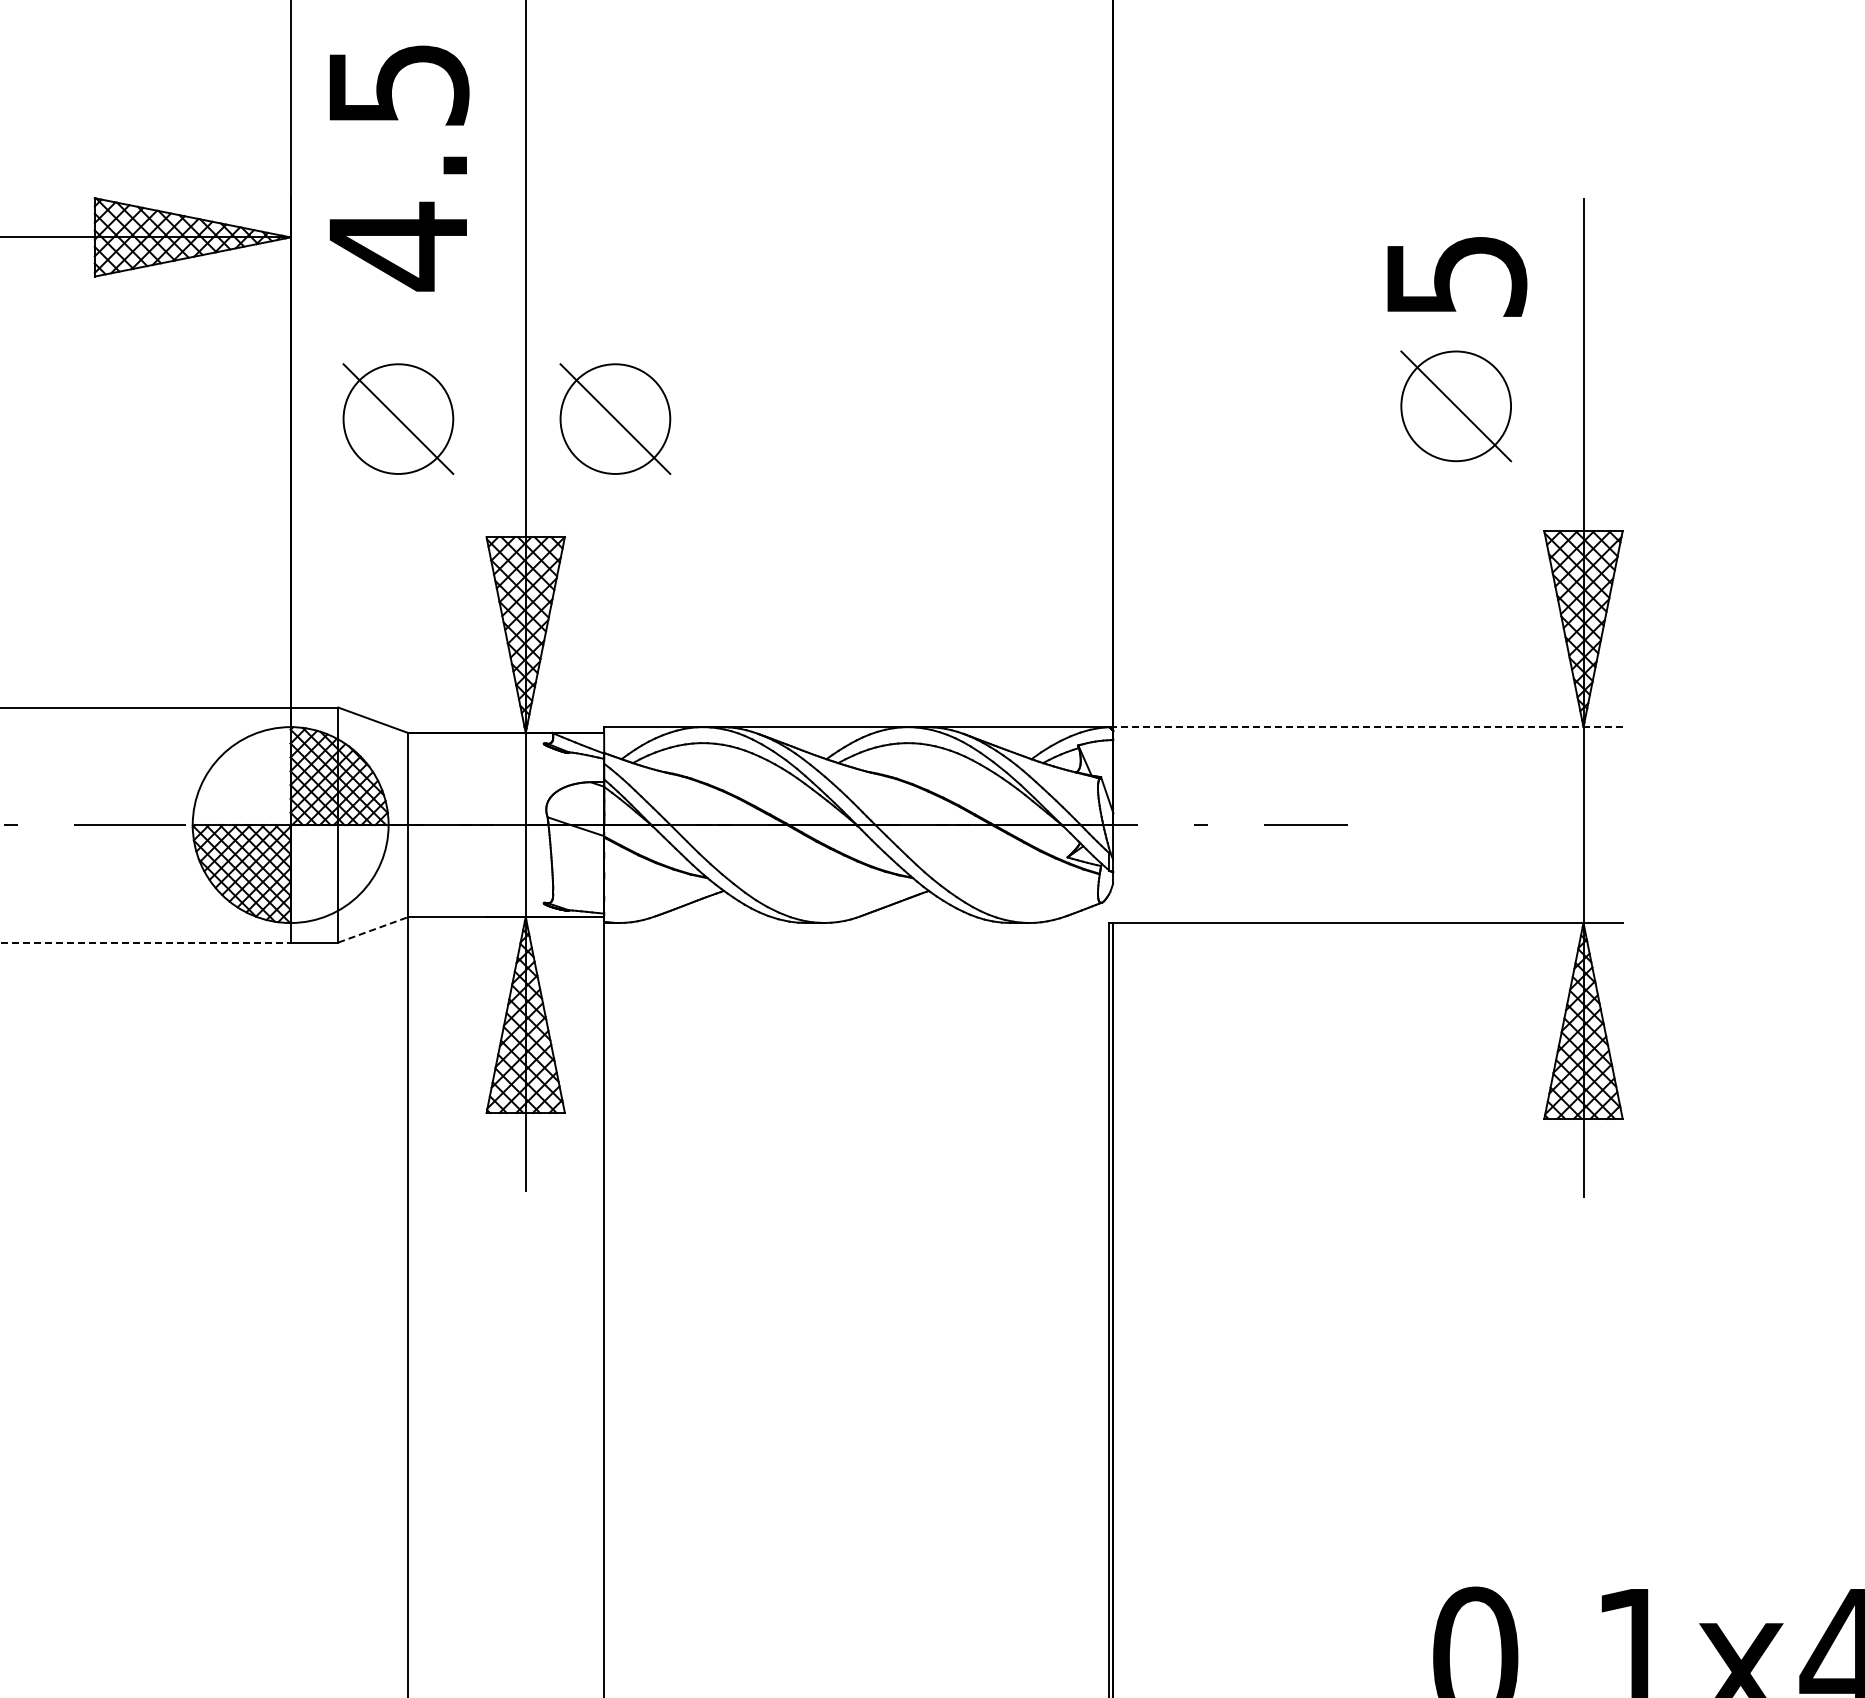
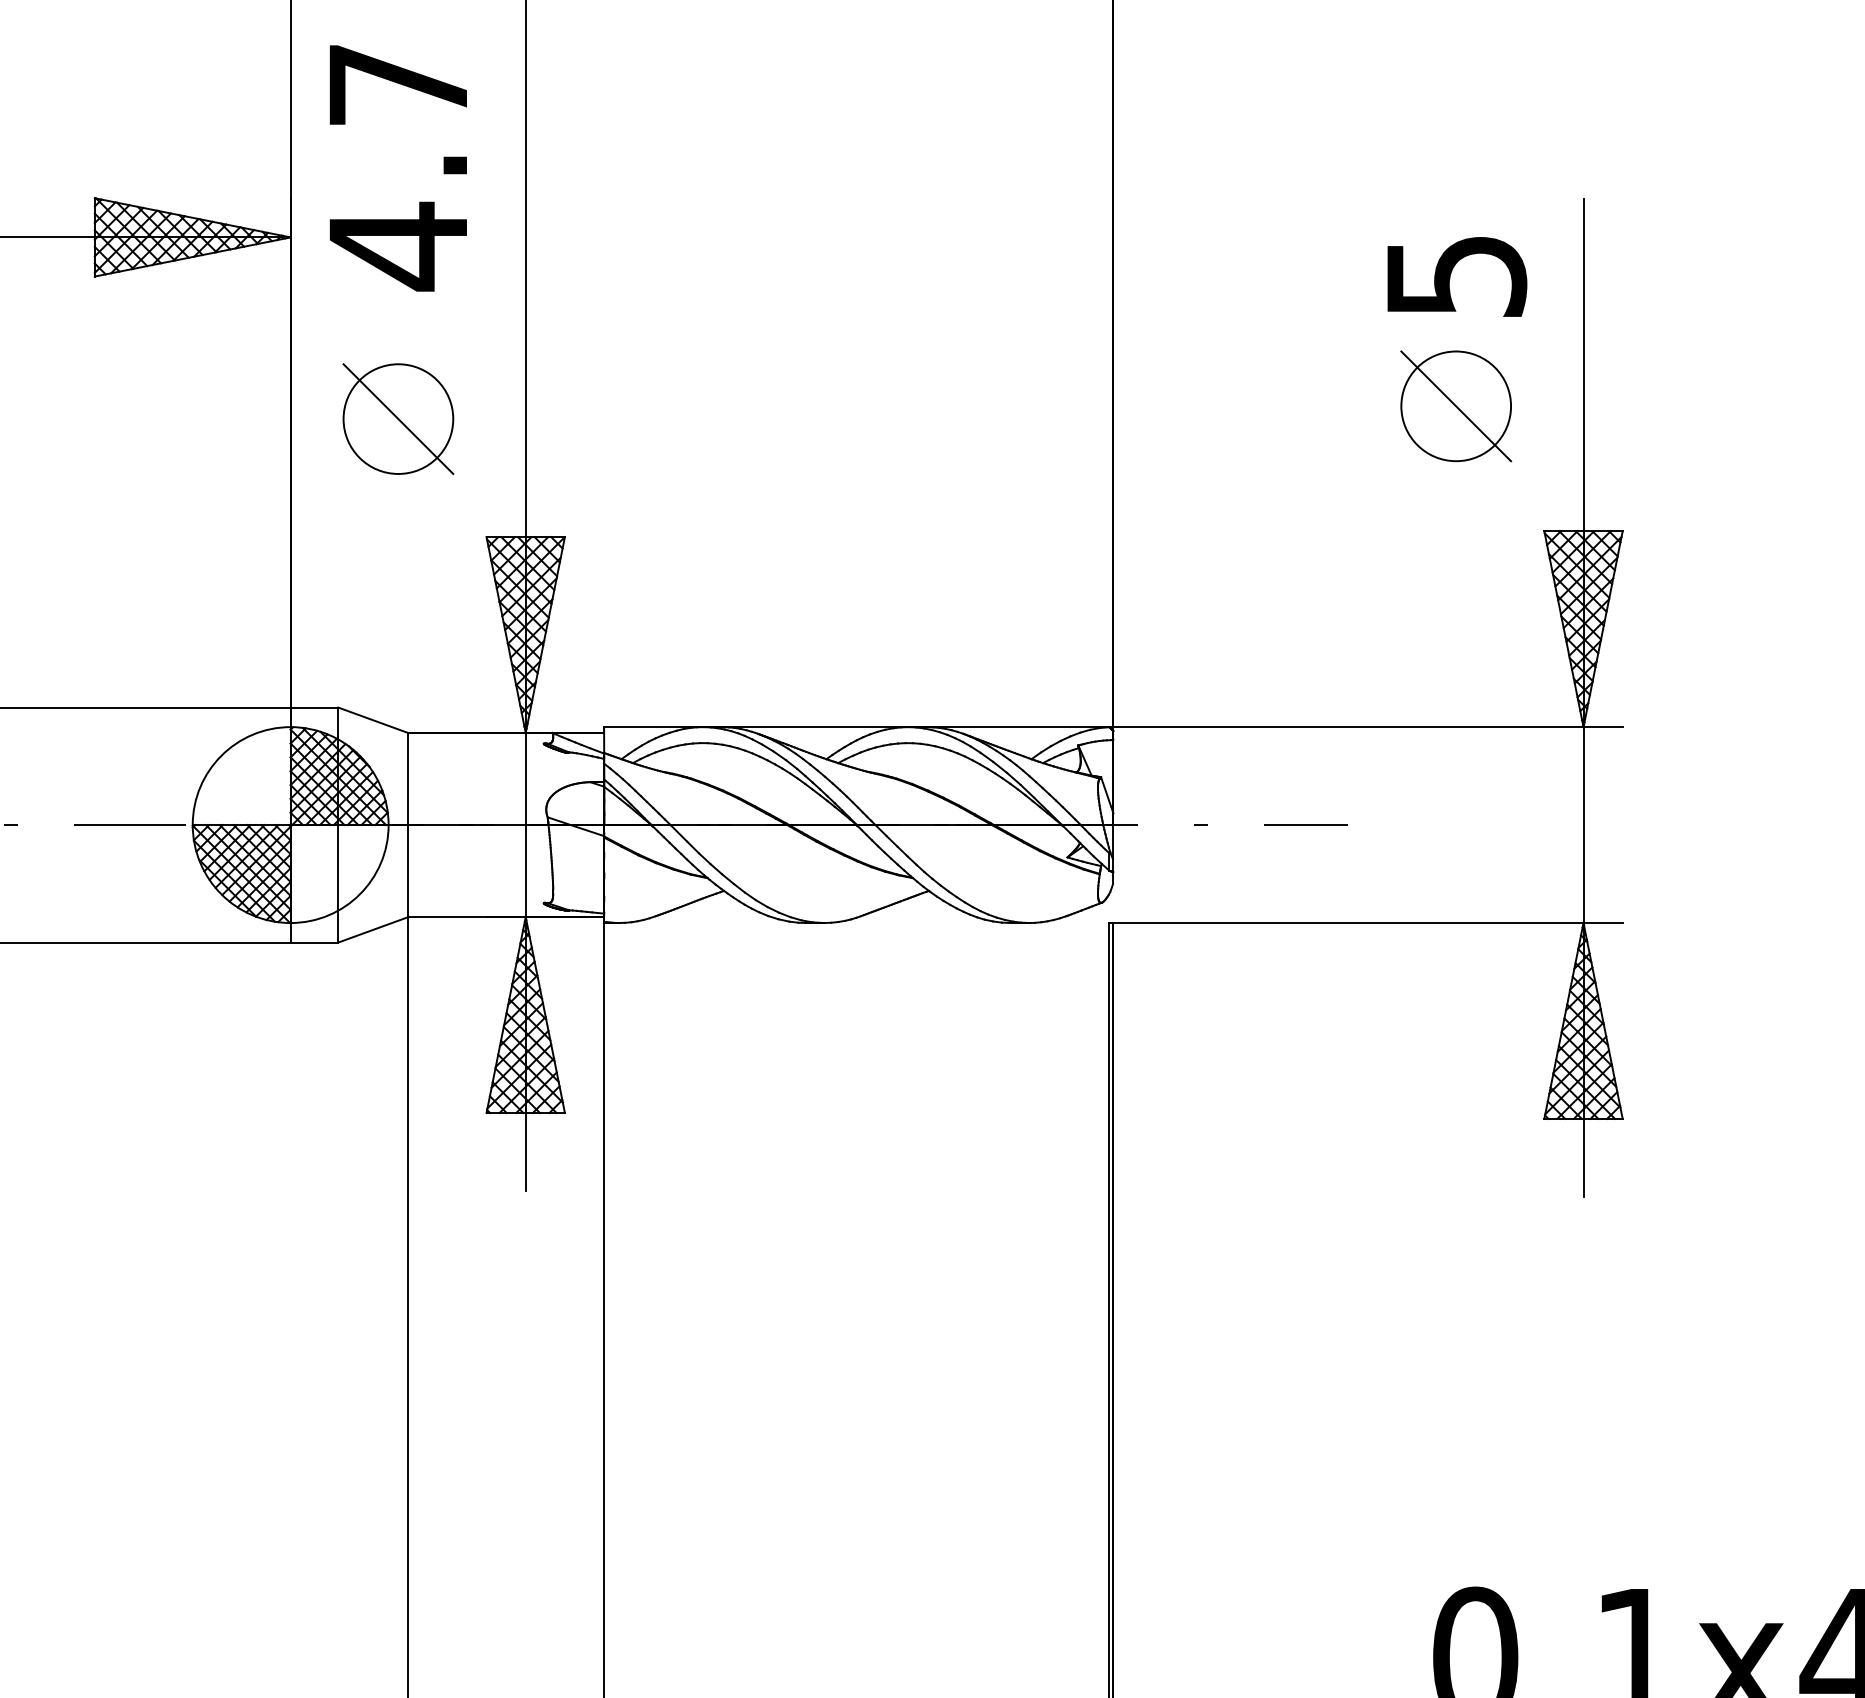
text at (399, 85): 4.5 -> 4.7
part at (615, 418): present -> none
line at (1366, 727): dashed -> solid
line at (373, 929): dashed -> solid
line at (145, 942): dashed -> solid
